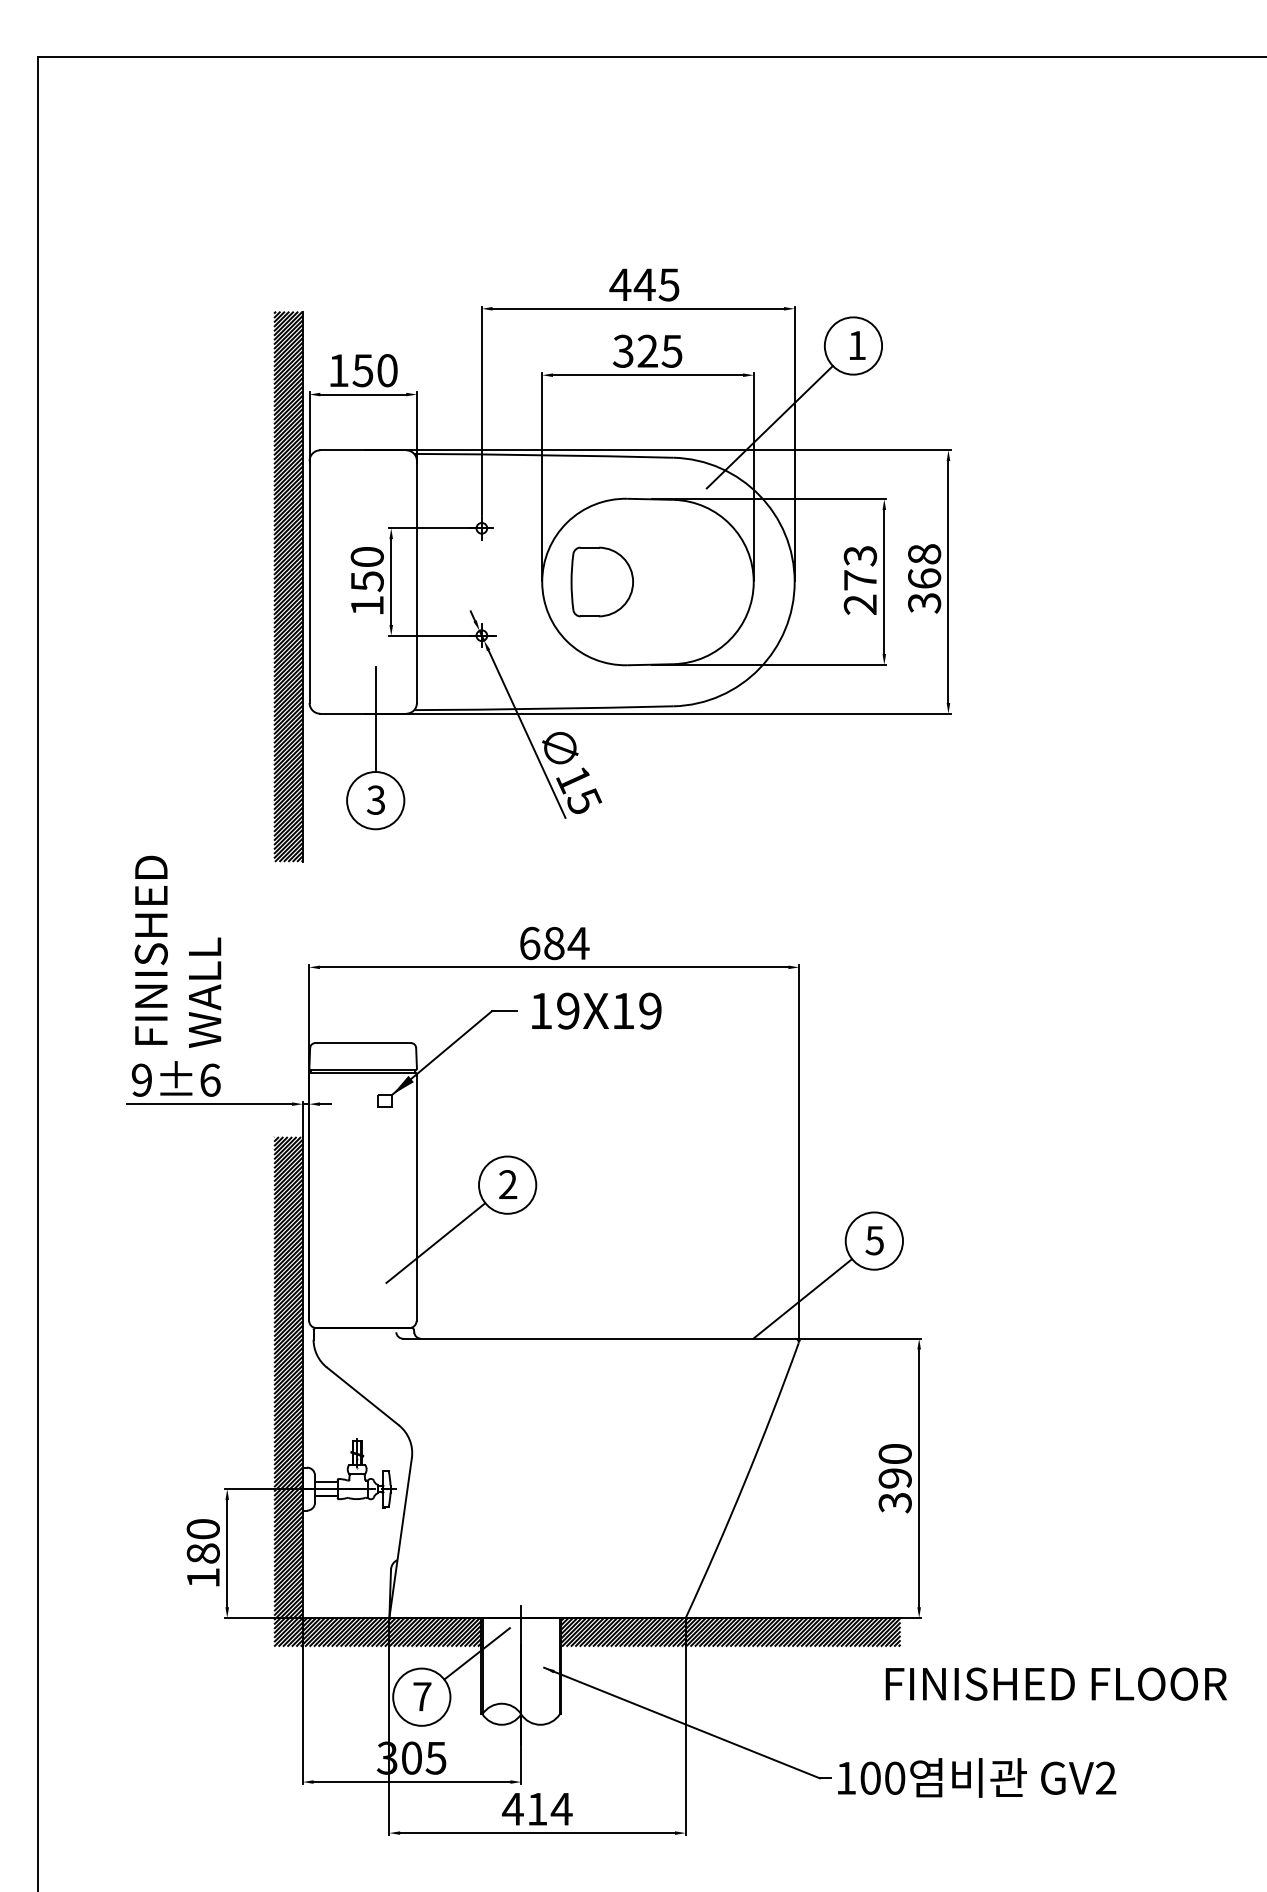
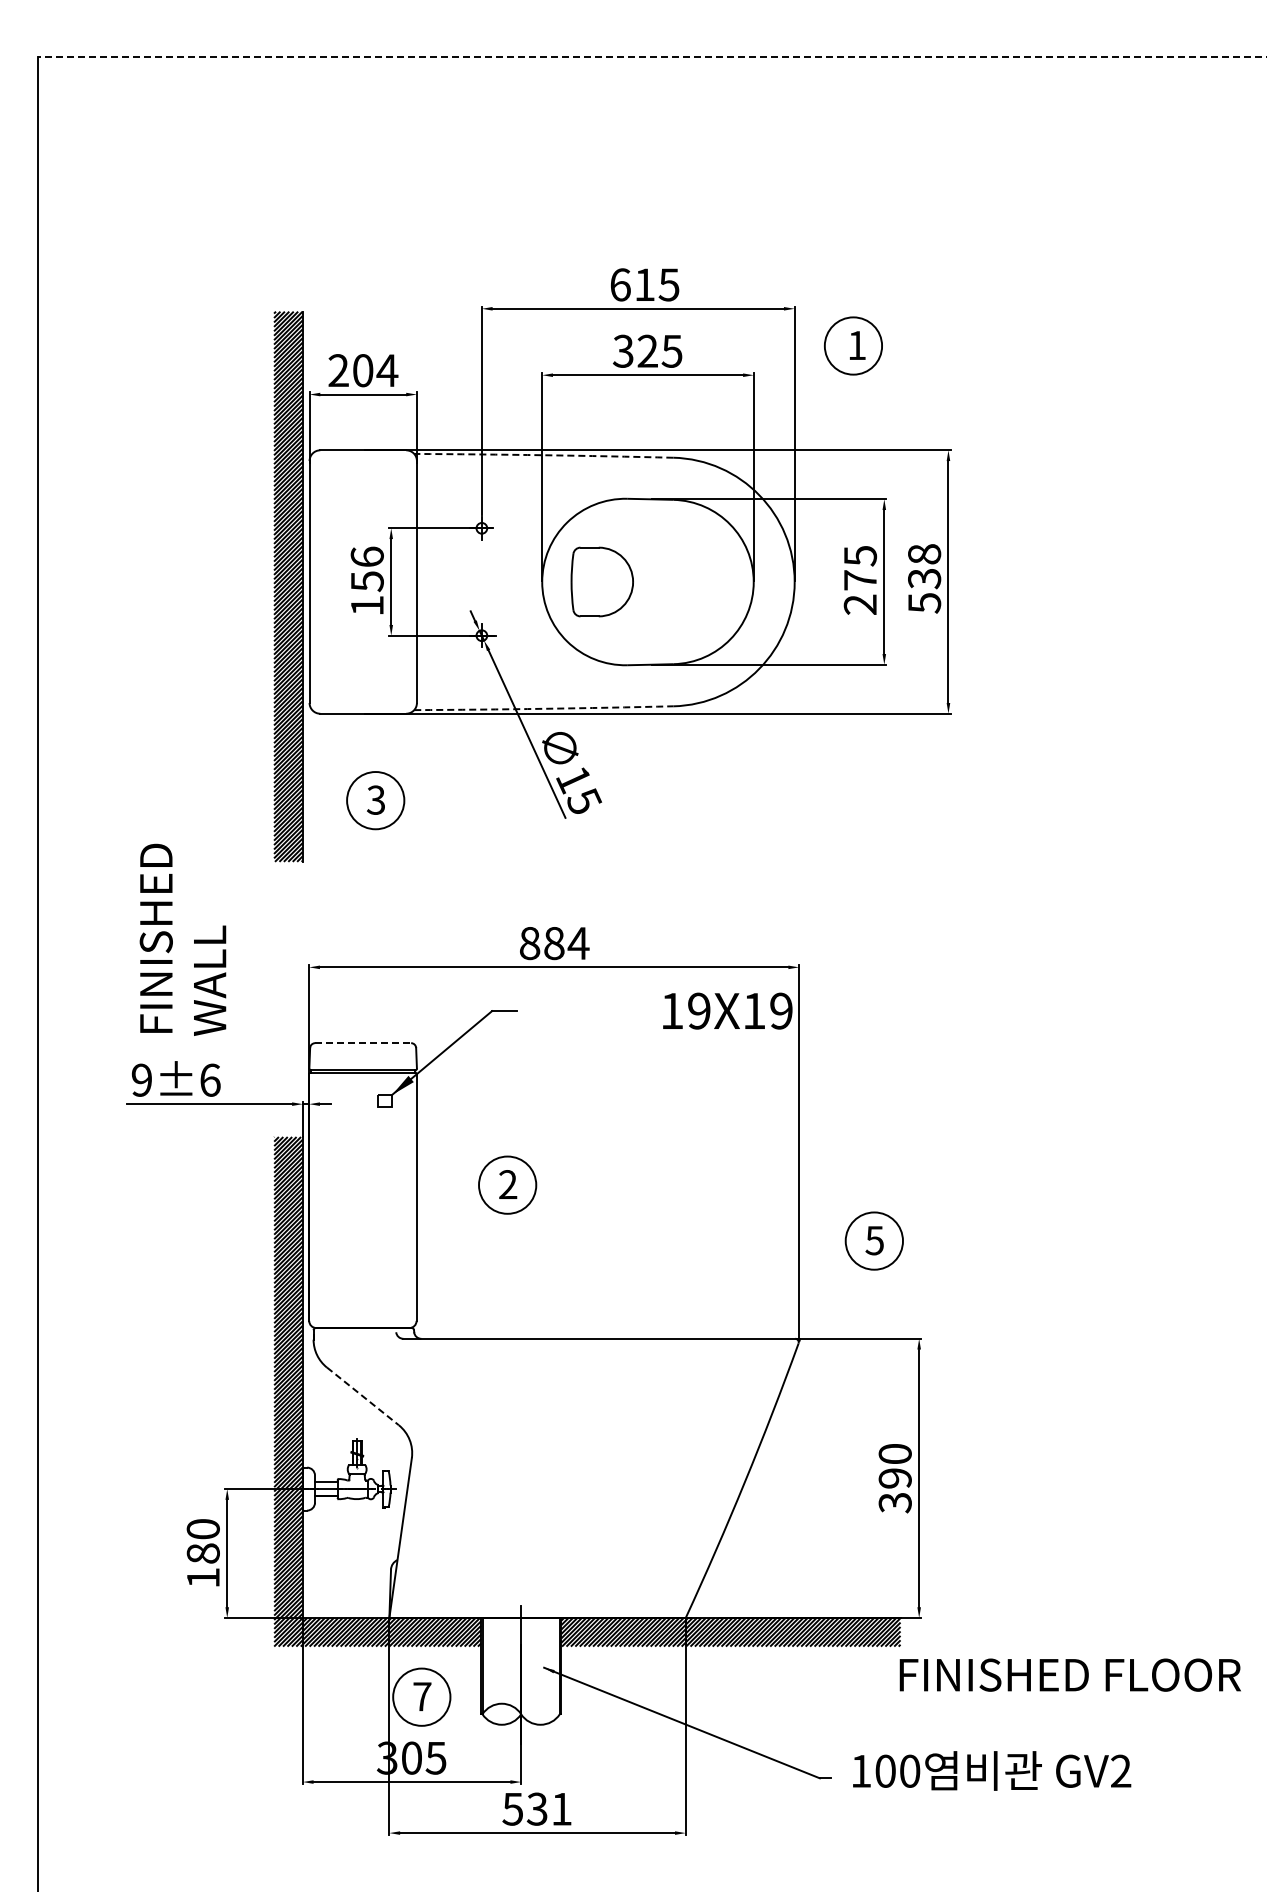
line at (651, 56): solid -> dashed
text at (632, 284): 445 -> 615
text at (363, 370): 150 -> 204
line at (769, 426): present -> none
arc at (543, 455): solid -> dashed
text at (366, 556): 150 -> 156
text at (859, 556): 273 -> 275
text at (924, 590): 368 -> 538
arc at (543, 708): solid -> dashed
line at (375, 719): present -> none
text at (530, 943): 684 -> 884
text at (177, 951) position: (177, 951) -> (182, 939)
text at (596, 1010) position: (596, 1010) -> (727, 1010)
line at (363, 1043): solid -> dashed
line at (435, 1242): present -> none
line at (802, 1298): present -> none
line at (363, 1396): solid -> dashed
line at (476, 1653): present -> none
text at (1055, 1683) position: (1055, 1683) -> (1069, 1674)
text at (977, 1777) position: (977, 1777) -> (992, 1770)
text at (536, 1808): 414 -> 531
